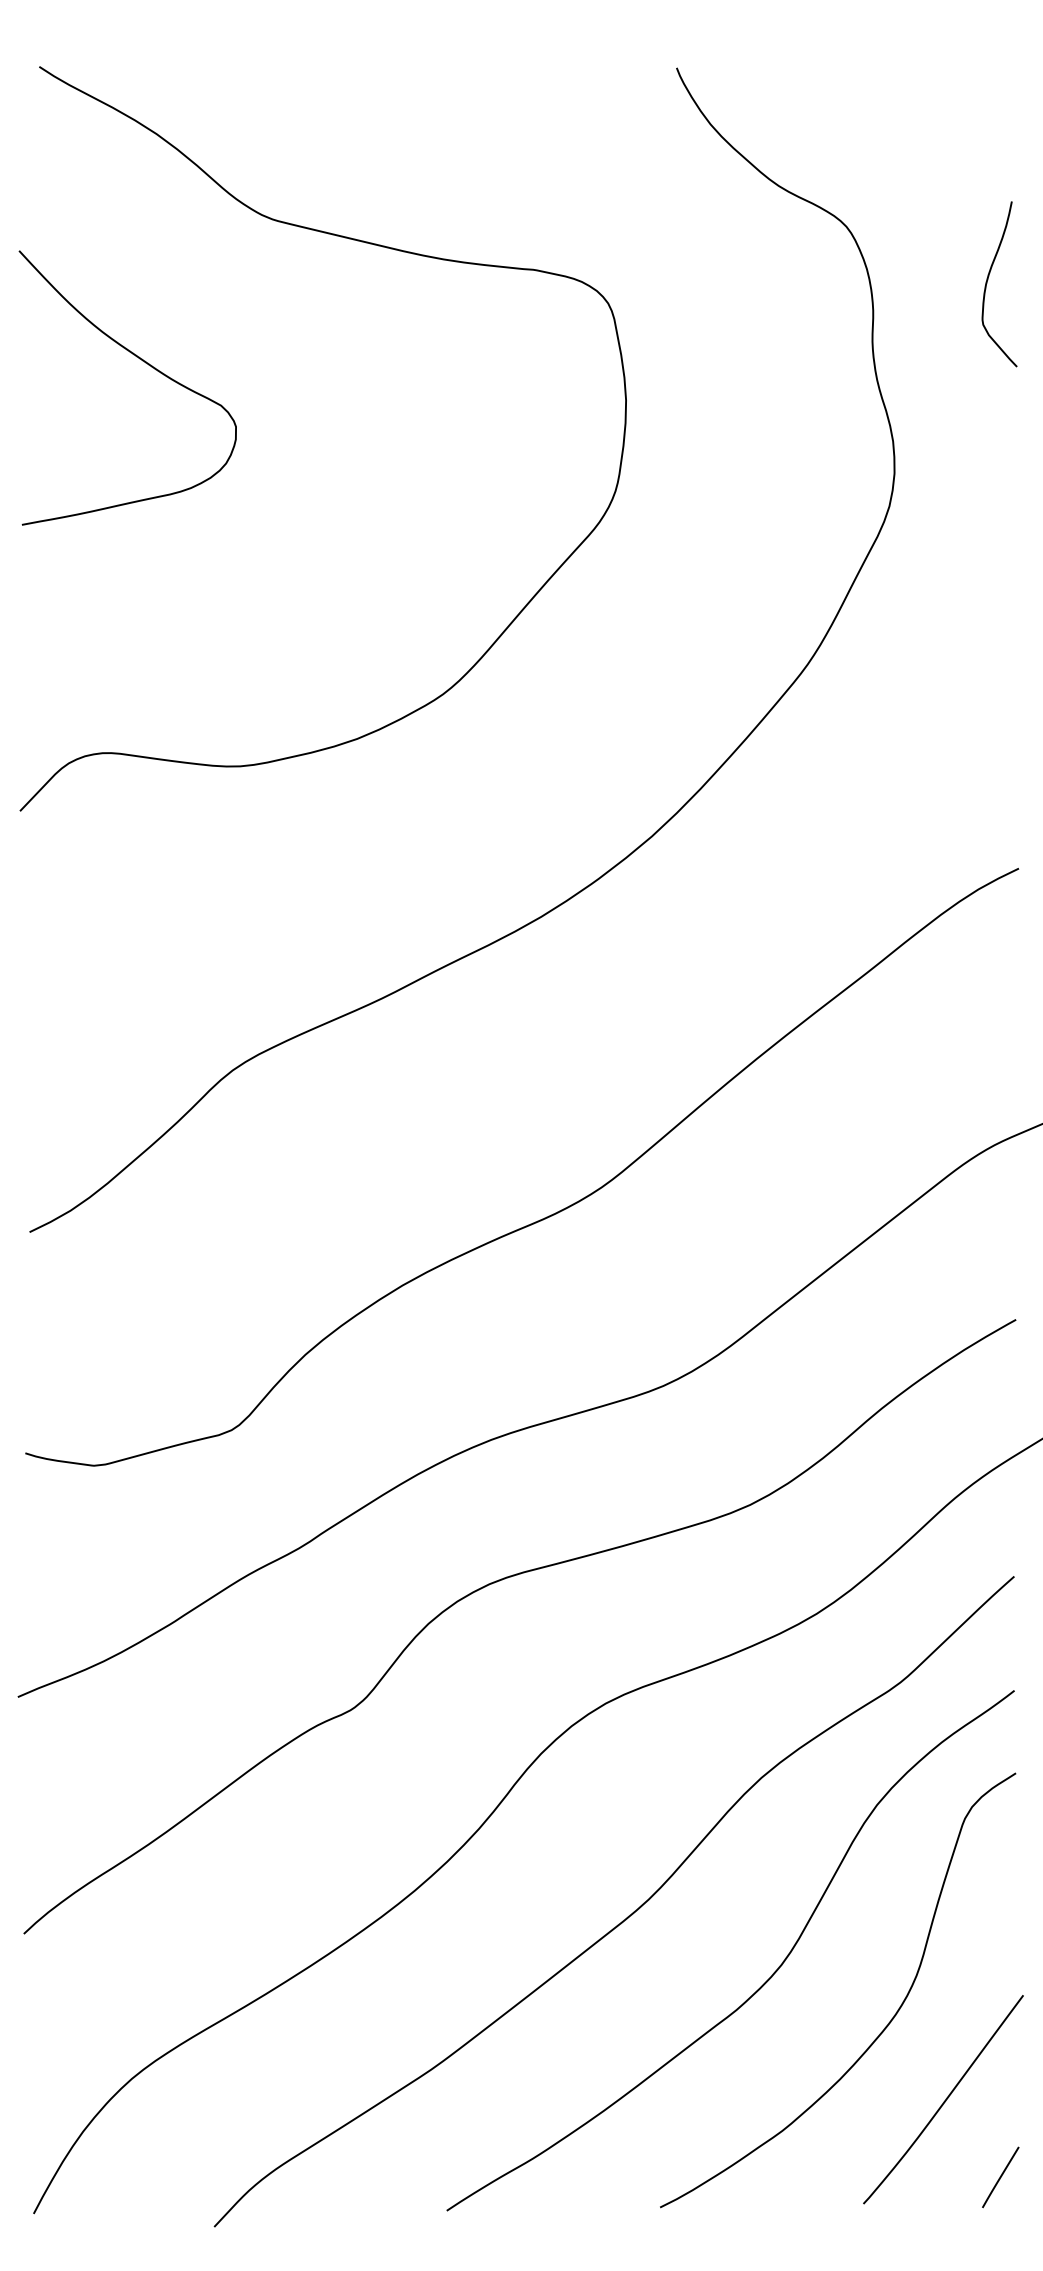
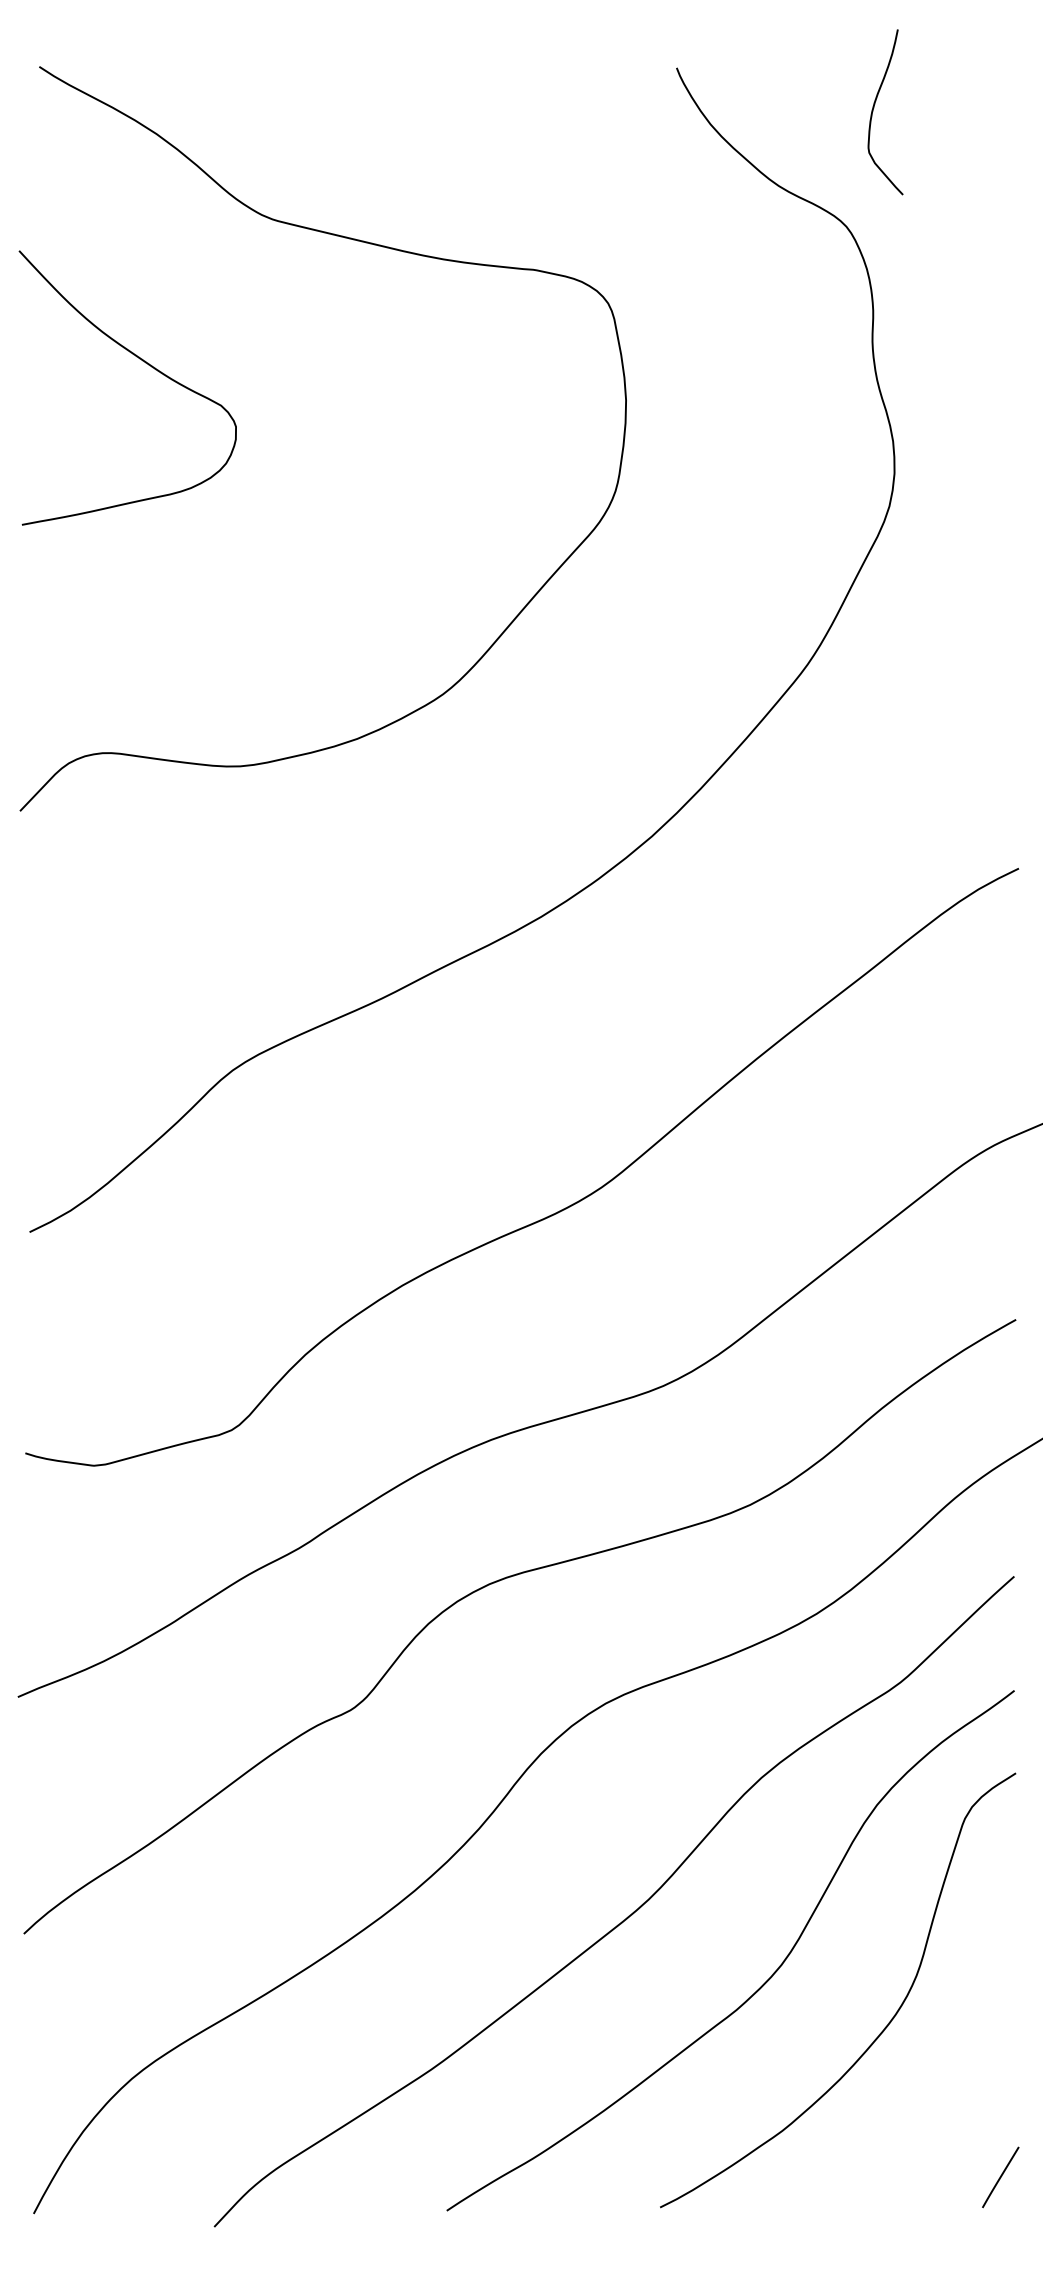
curve at (988, 280) position: (988, 280) -> (874, 108)
curve at (944, 2100): present -> none
